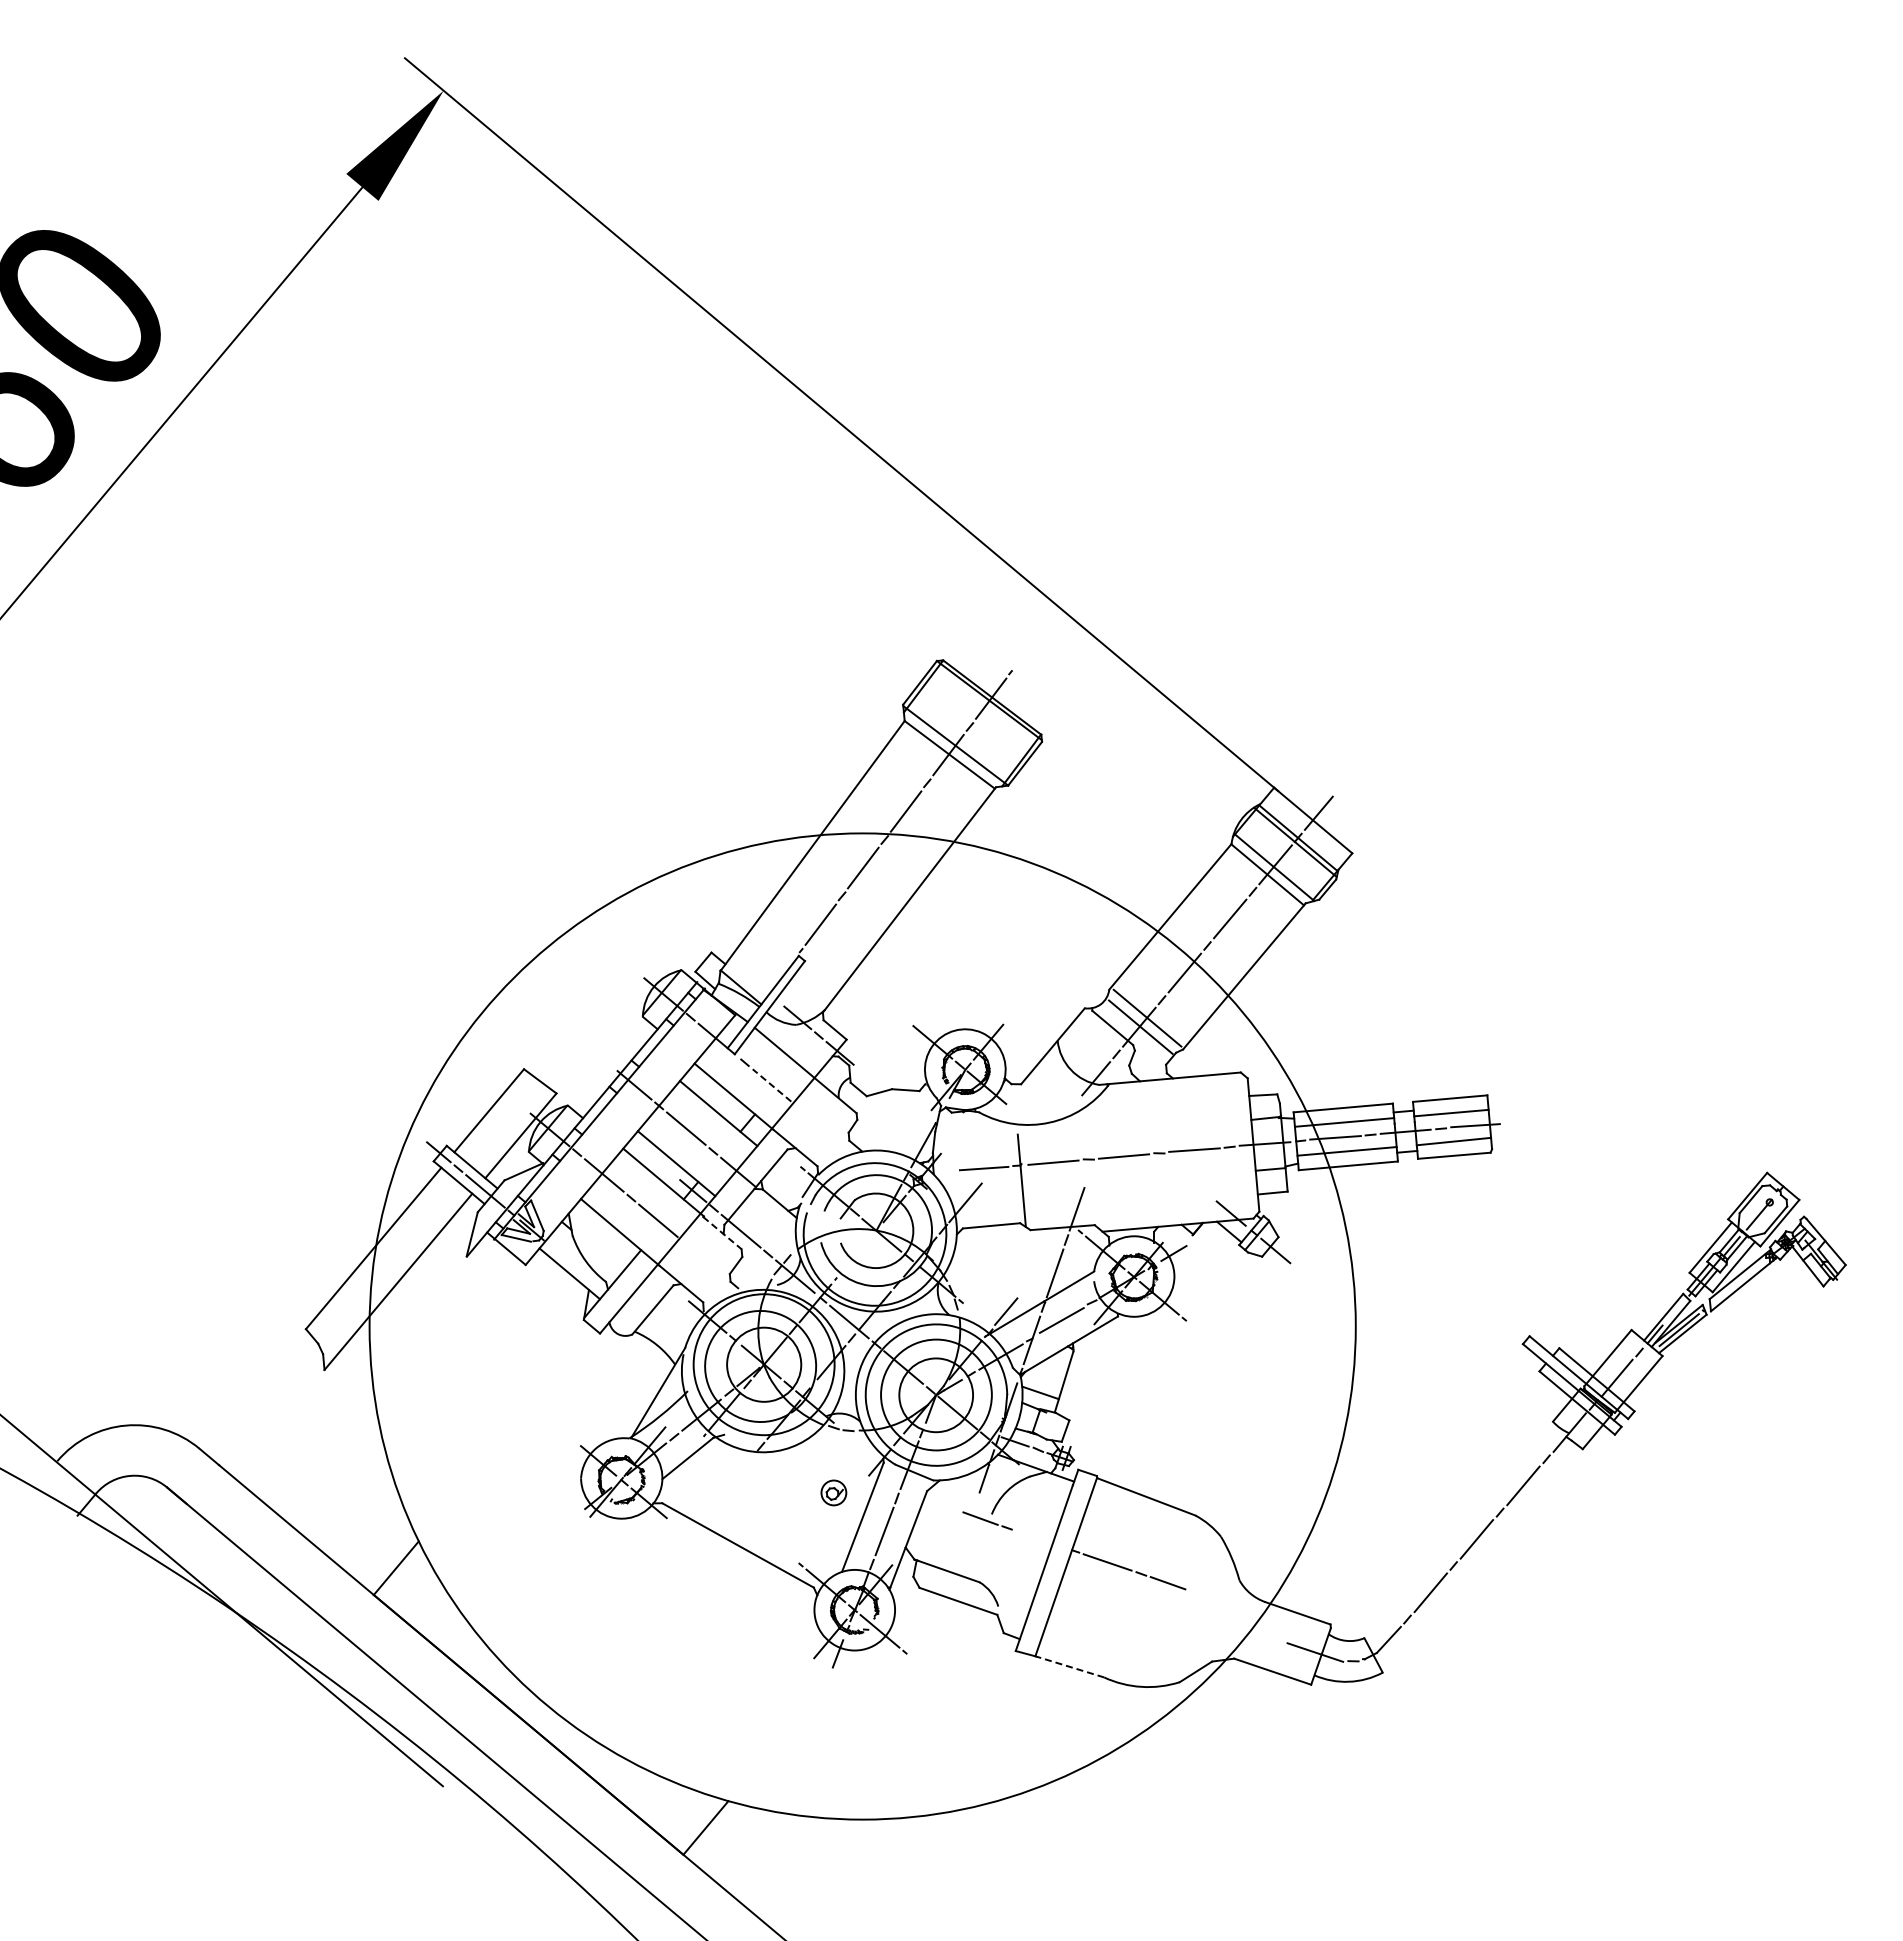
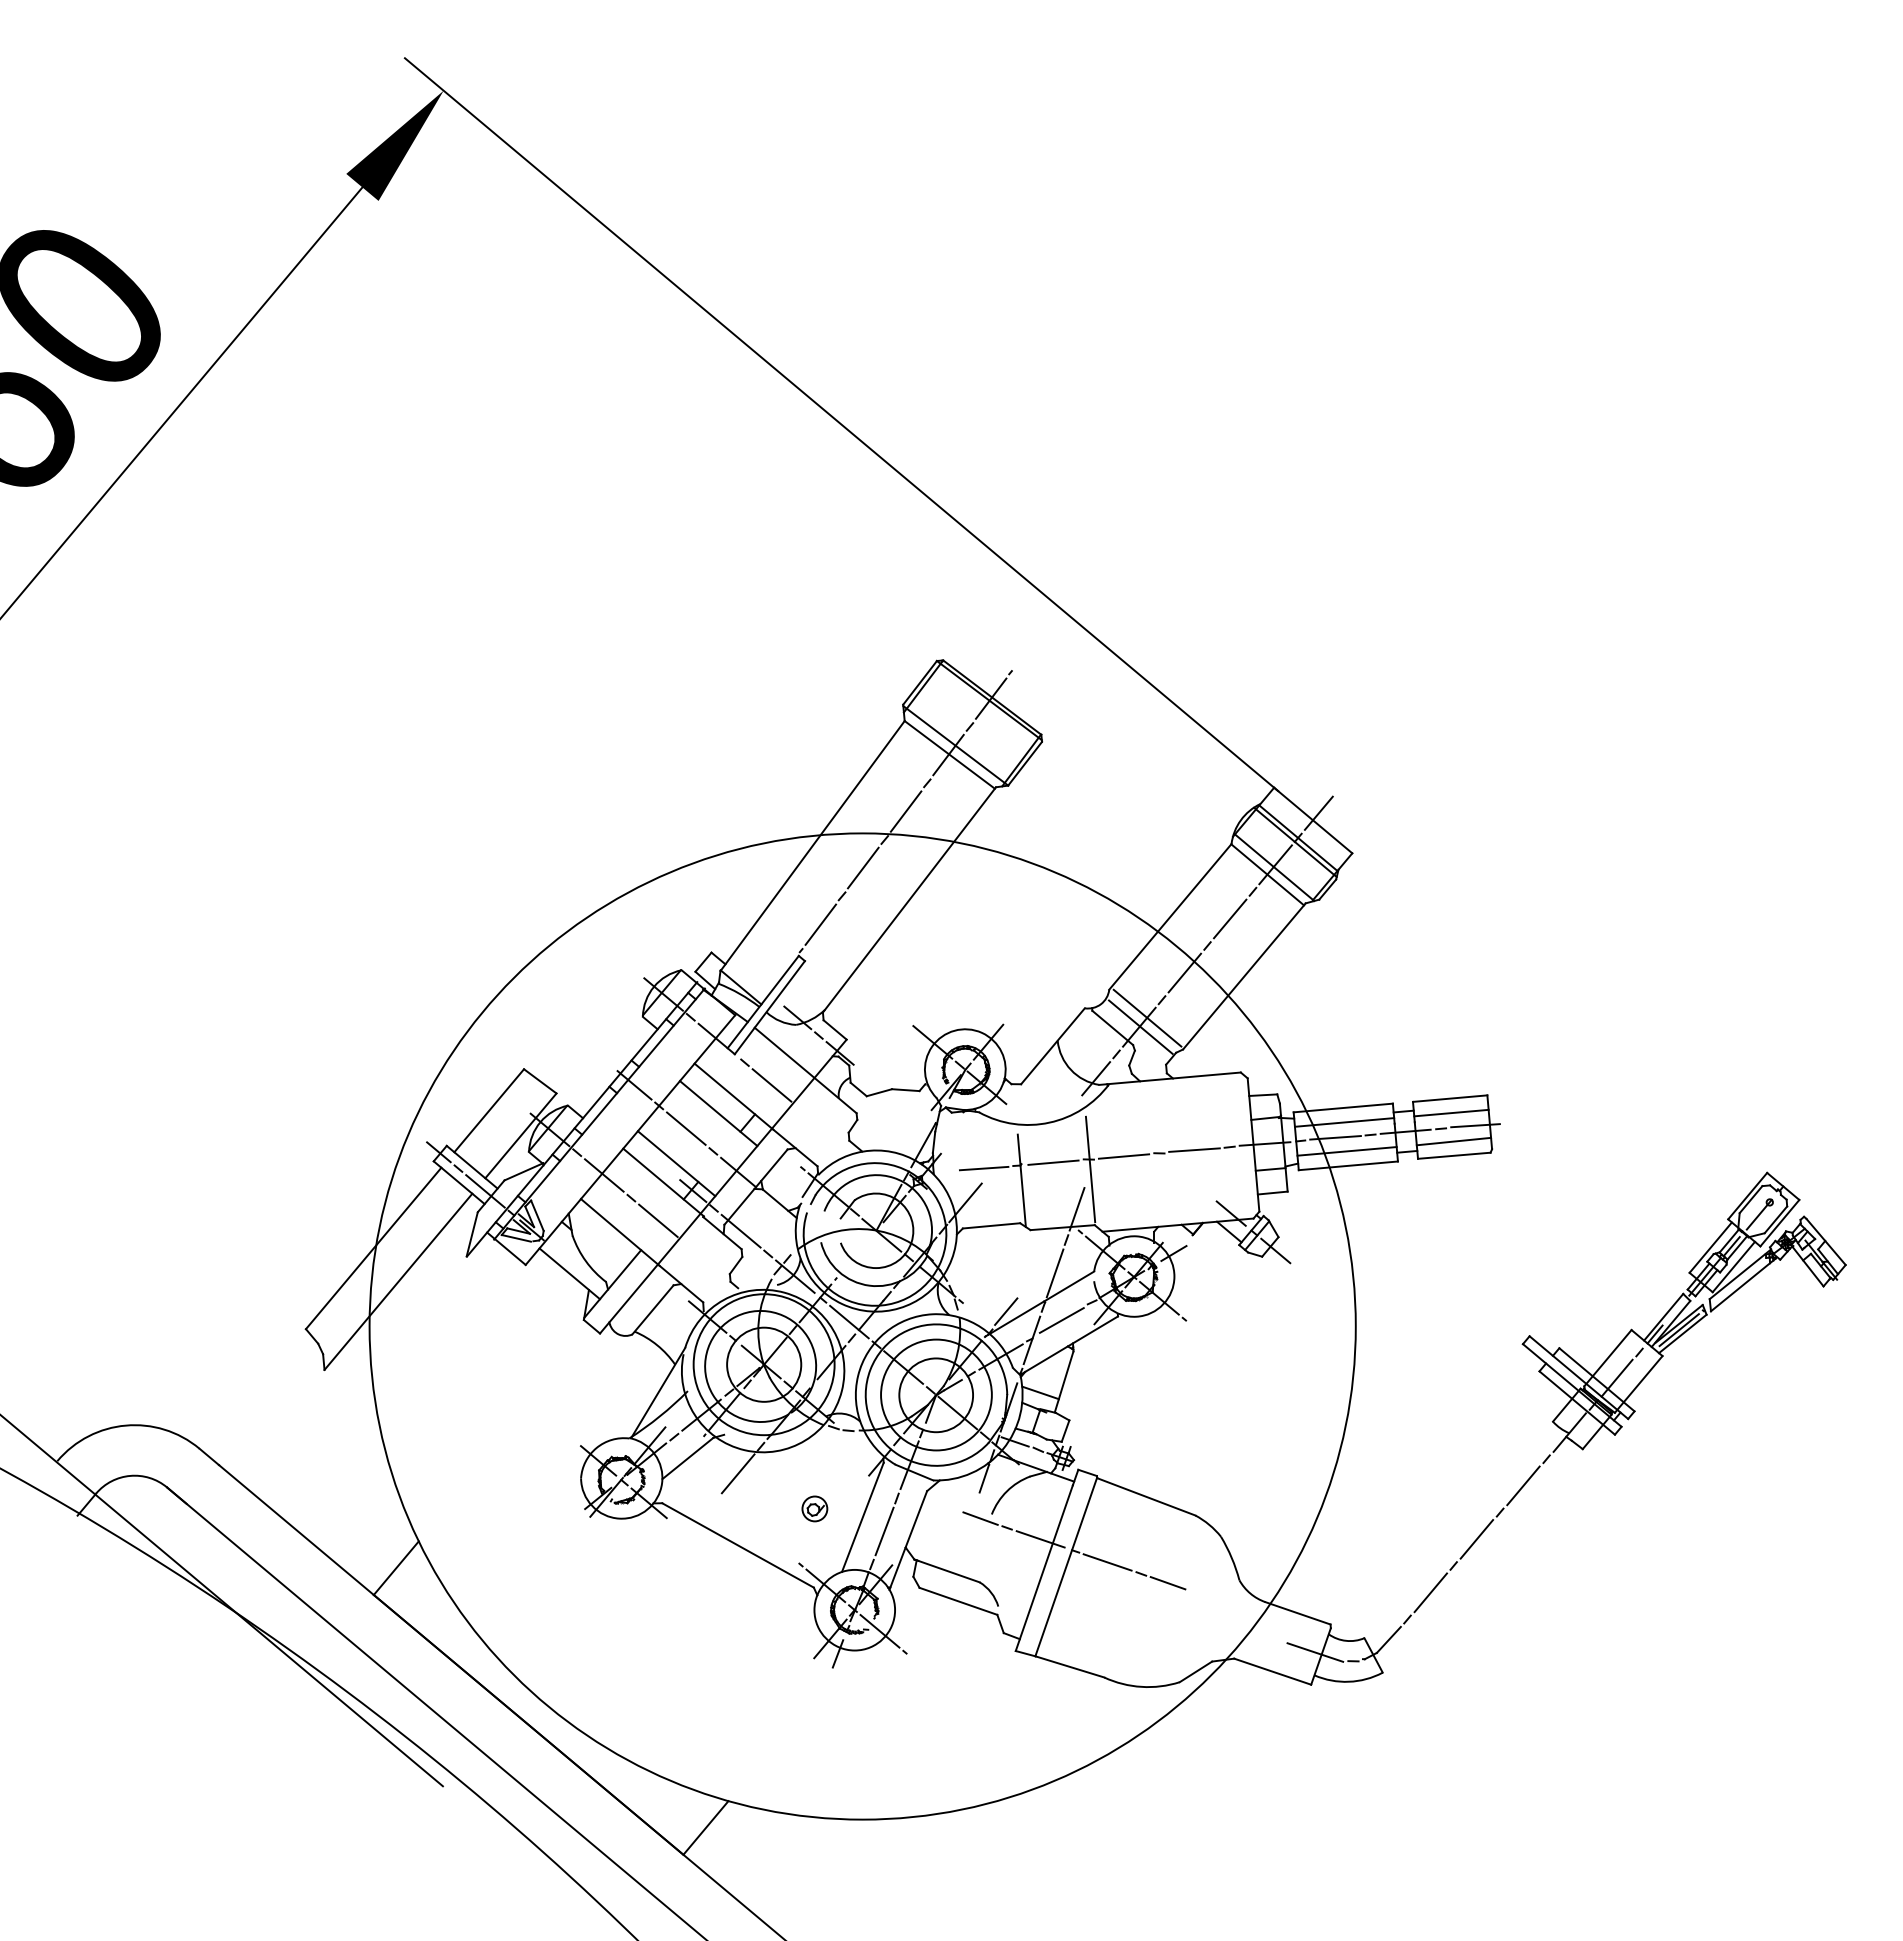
line at (771, 1085): dashed -> solid
line at (1090, 1169): none -> present
line at (722, 1233): dashed -> solid
line at (737, 1473): none -> present
part at (833, 1492) position: (833, 1492) -> (814, 1508)
line at (1040, 1539): none -> present
line at (1069, 1666): dashed -> solid
